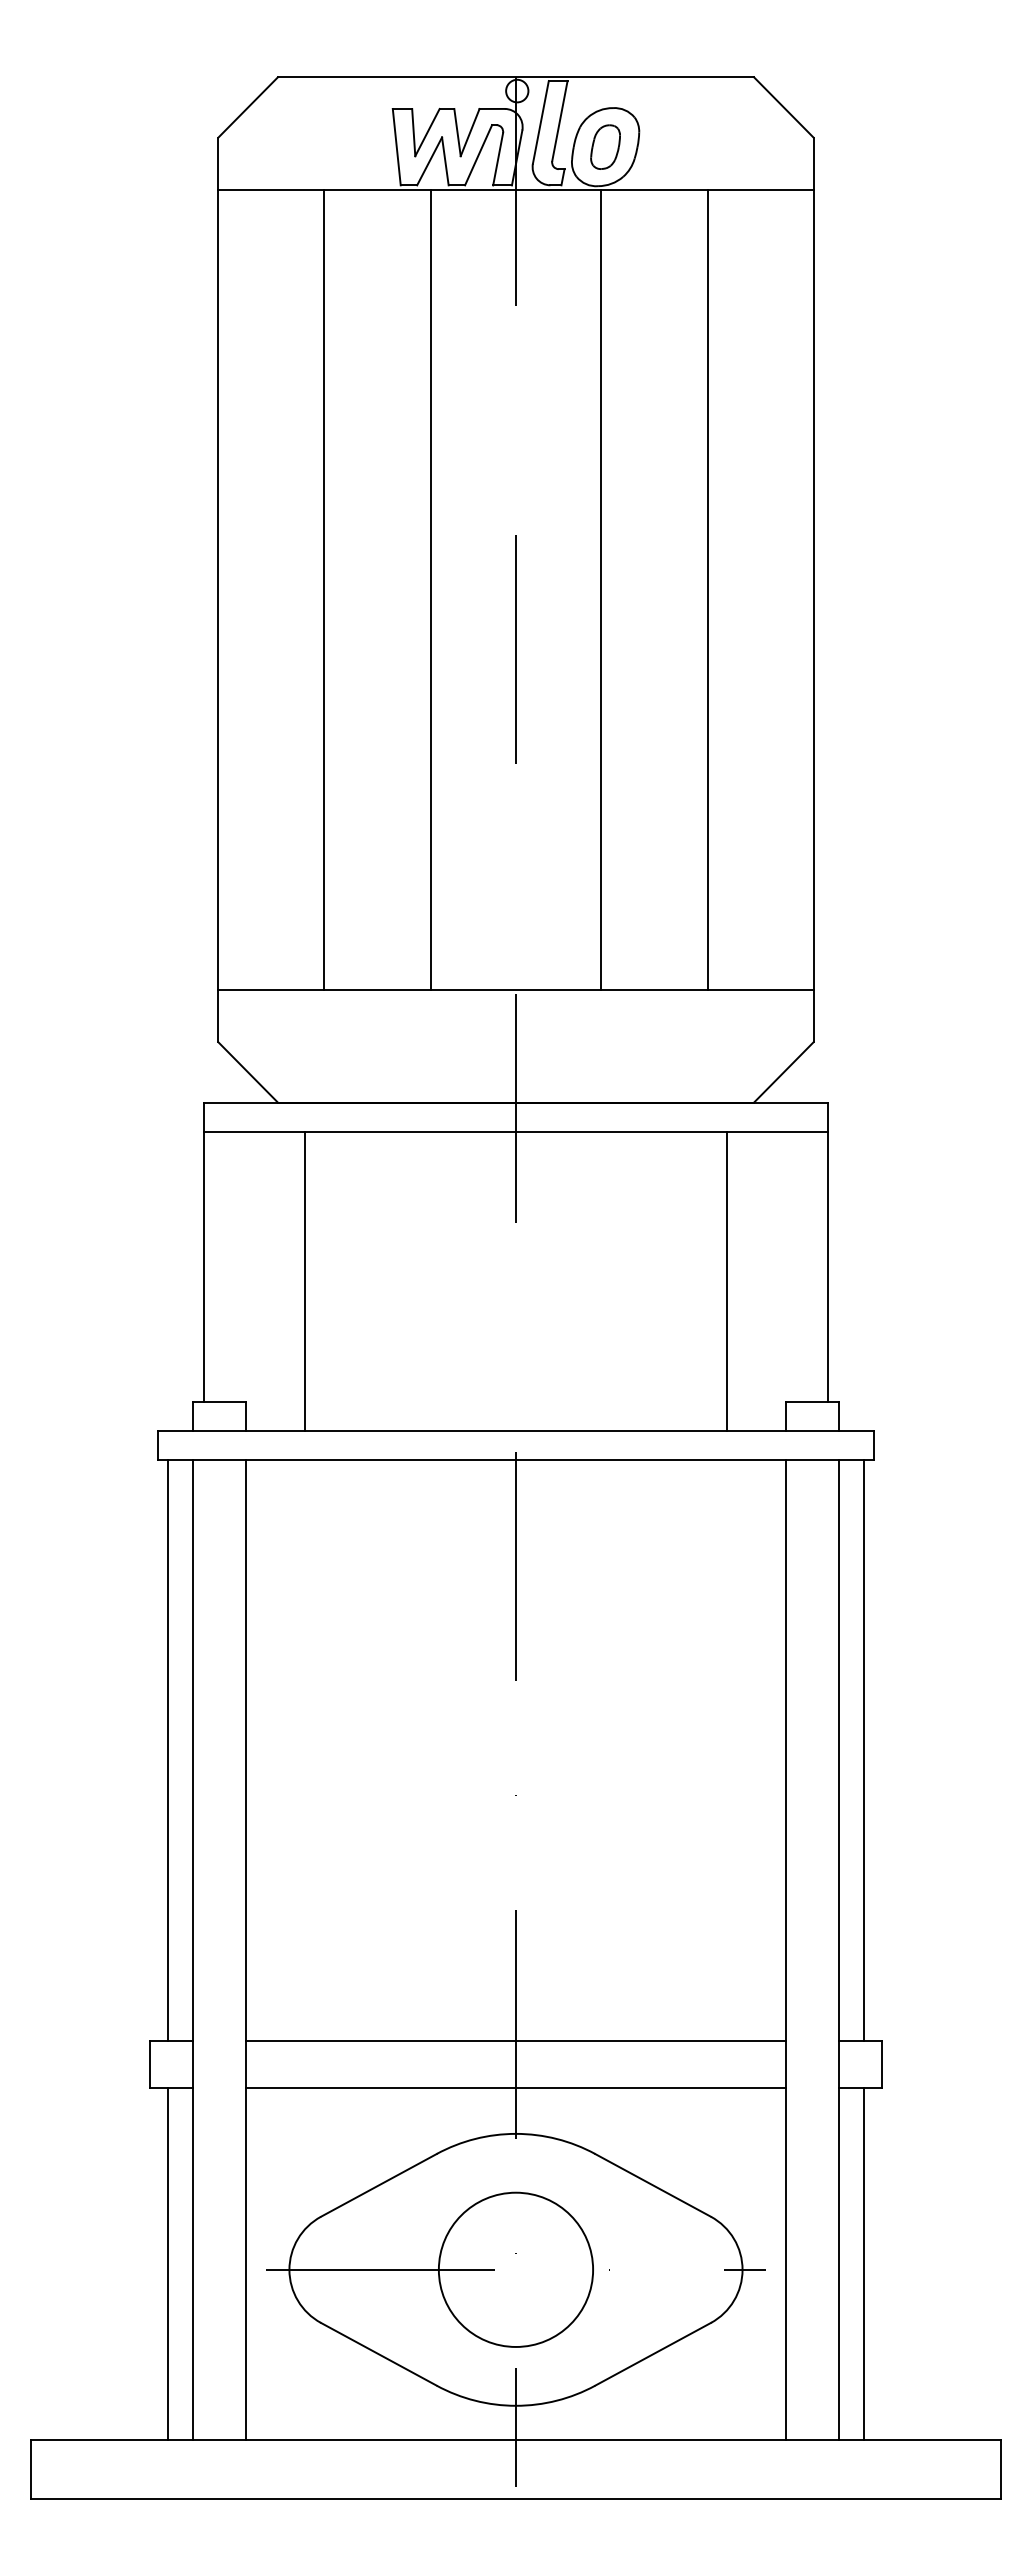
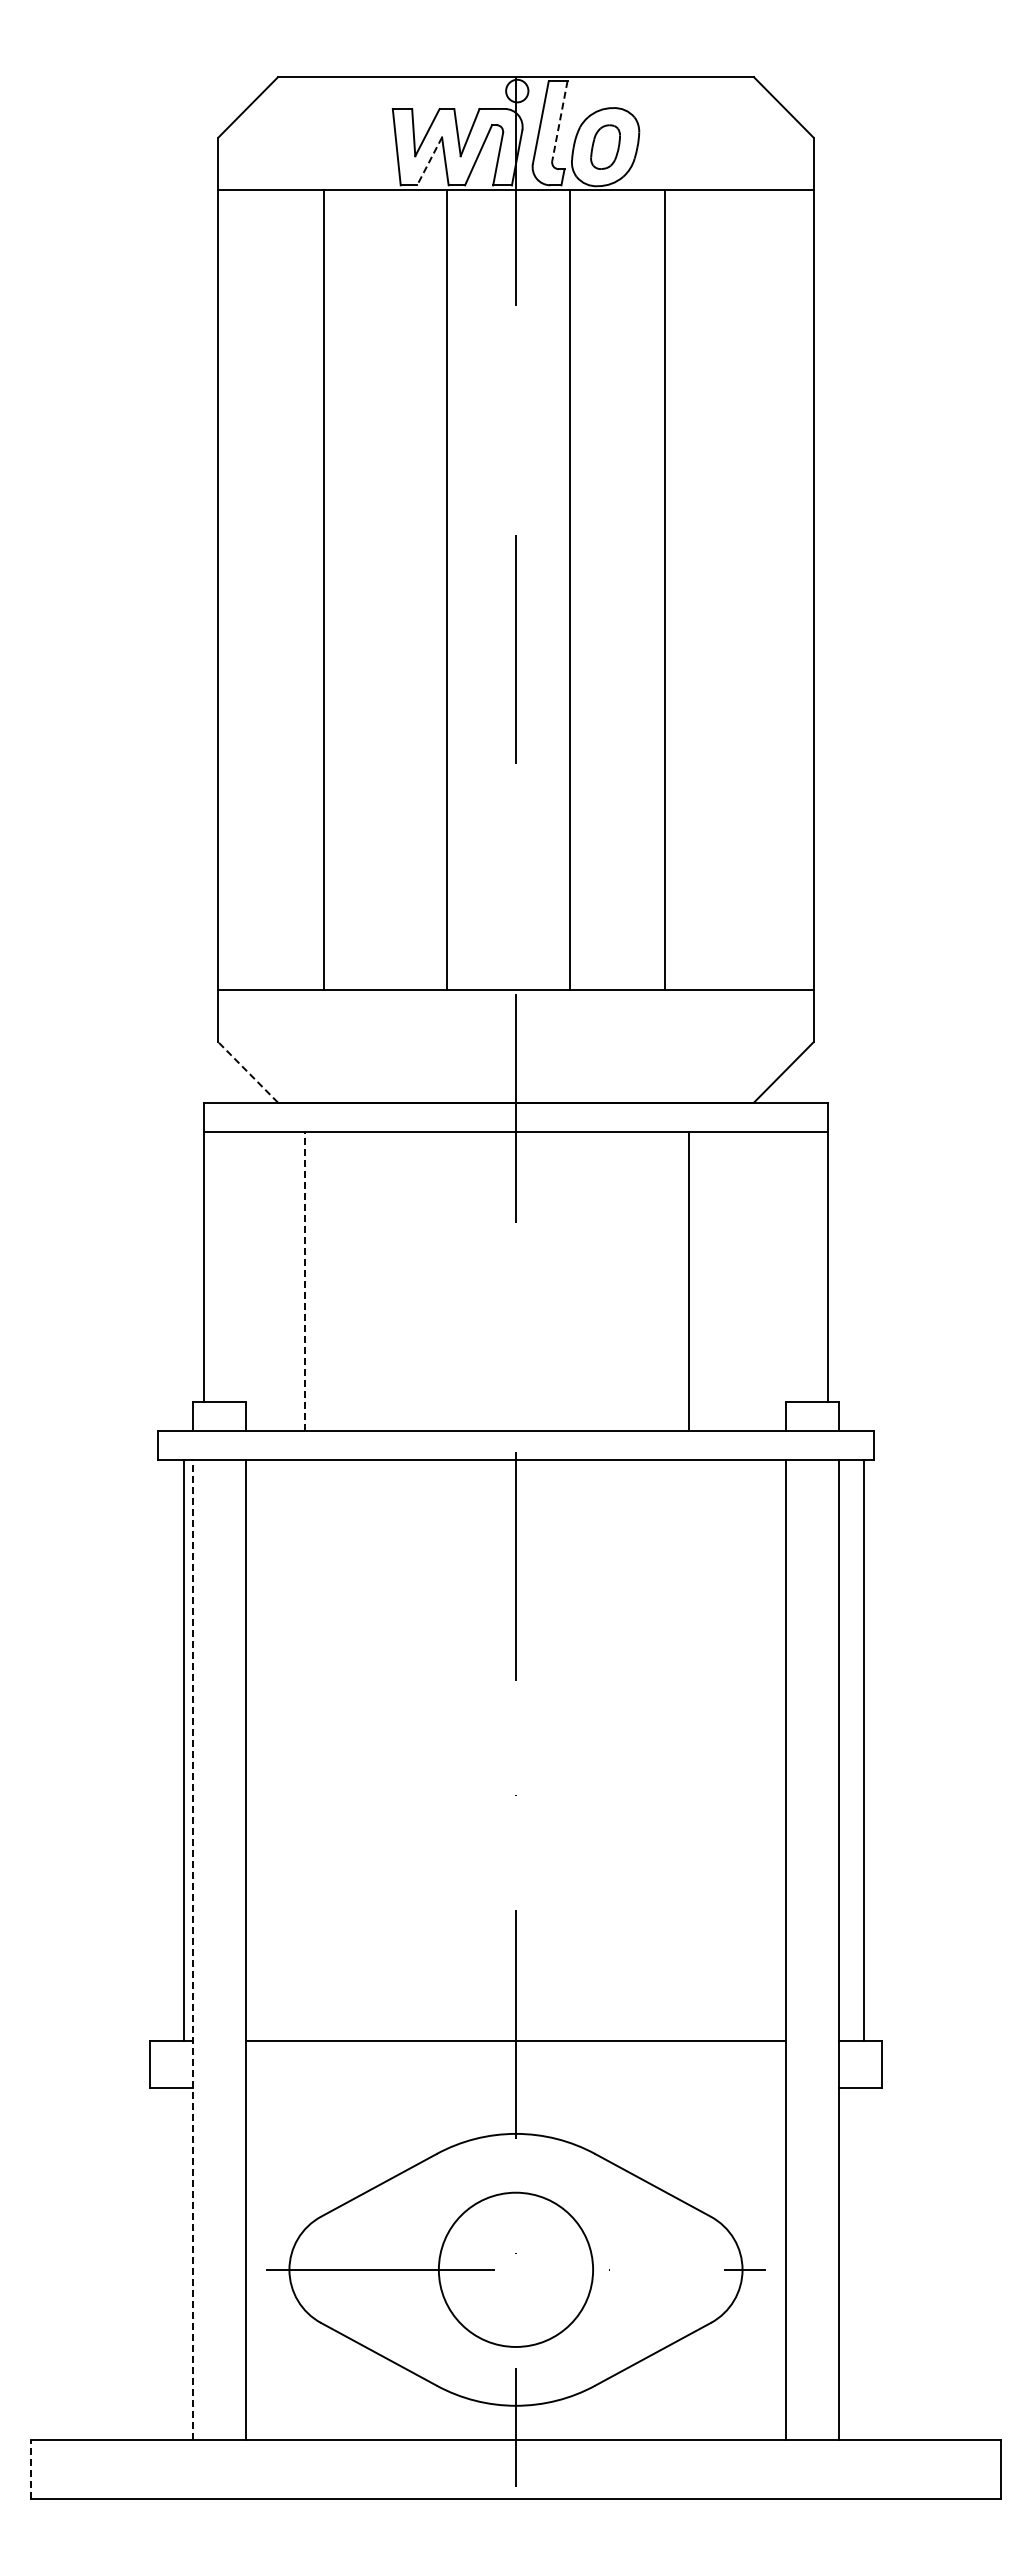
line at (559, 121): solid -> dashed
line at (429, 161): solid -> dashed
line at (431, 589) position: (431, 589) -> (447, 589)
line at (600, 589) position: (600, 589) -> (569, 589)
line at (708, 589) position: (708, 589) -> (665, 589)
line at (247, 1072): solid -> dashed
line at (727, 1280) position: (727, 1280) -> (689, 1280)
line at (304, 1281): solid -> dashed
line at (167, 1749) position: (167, 1749) -> (183, 1749)
line at (193, 1949): solid -> dashed
line at (515, 2088): present -> none
line at (167, 2264): present -> none
line at (864, 2264): present -> none
line at (30, 2469): solid -> dashed
